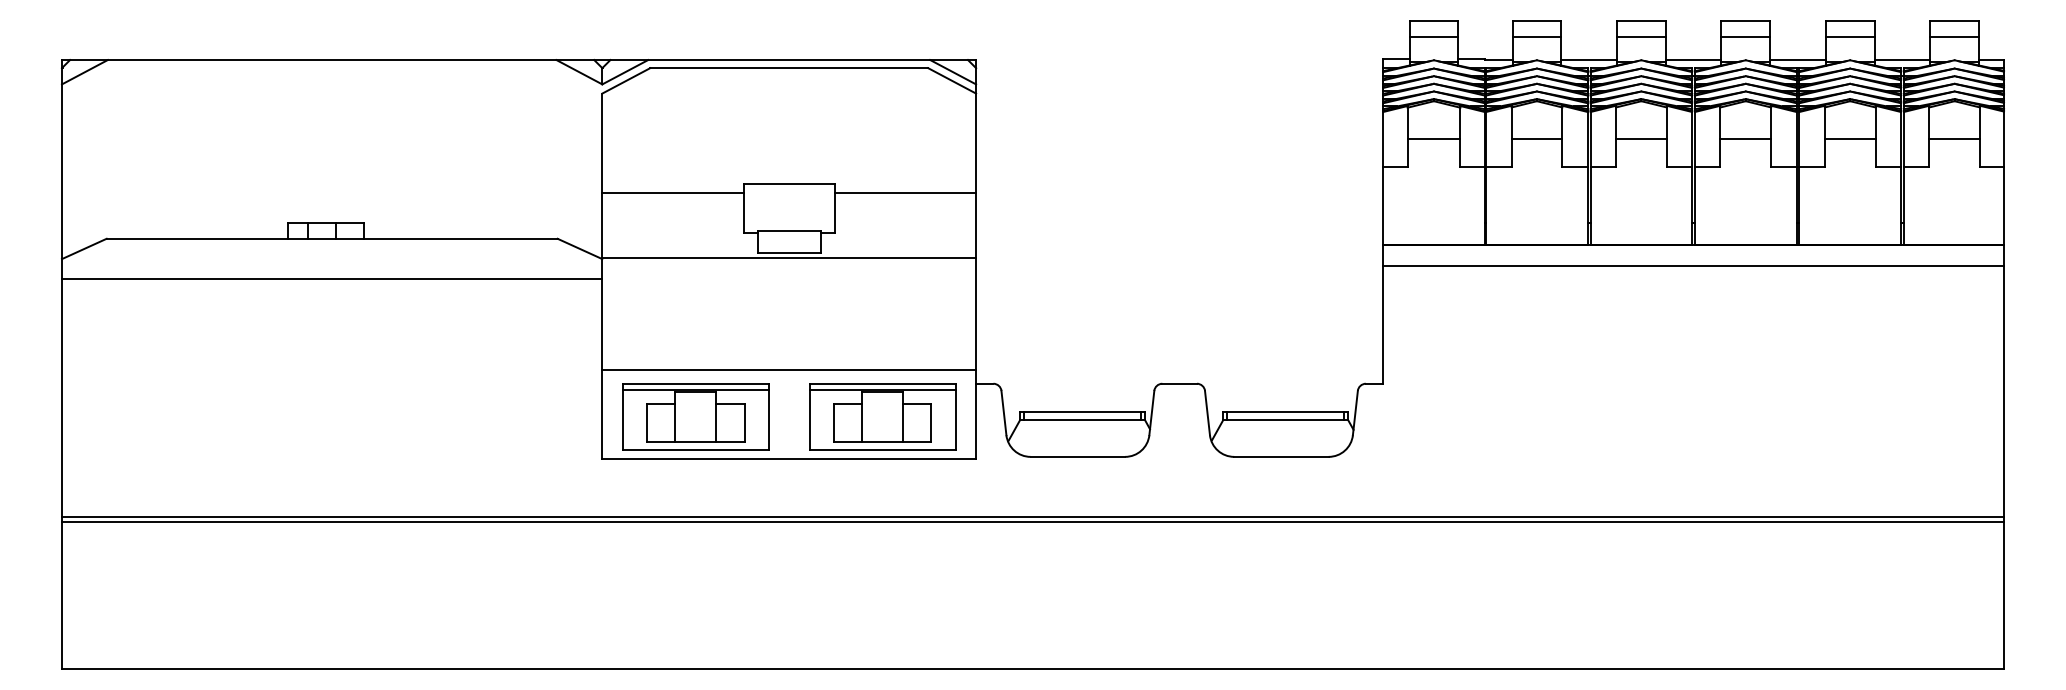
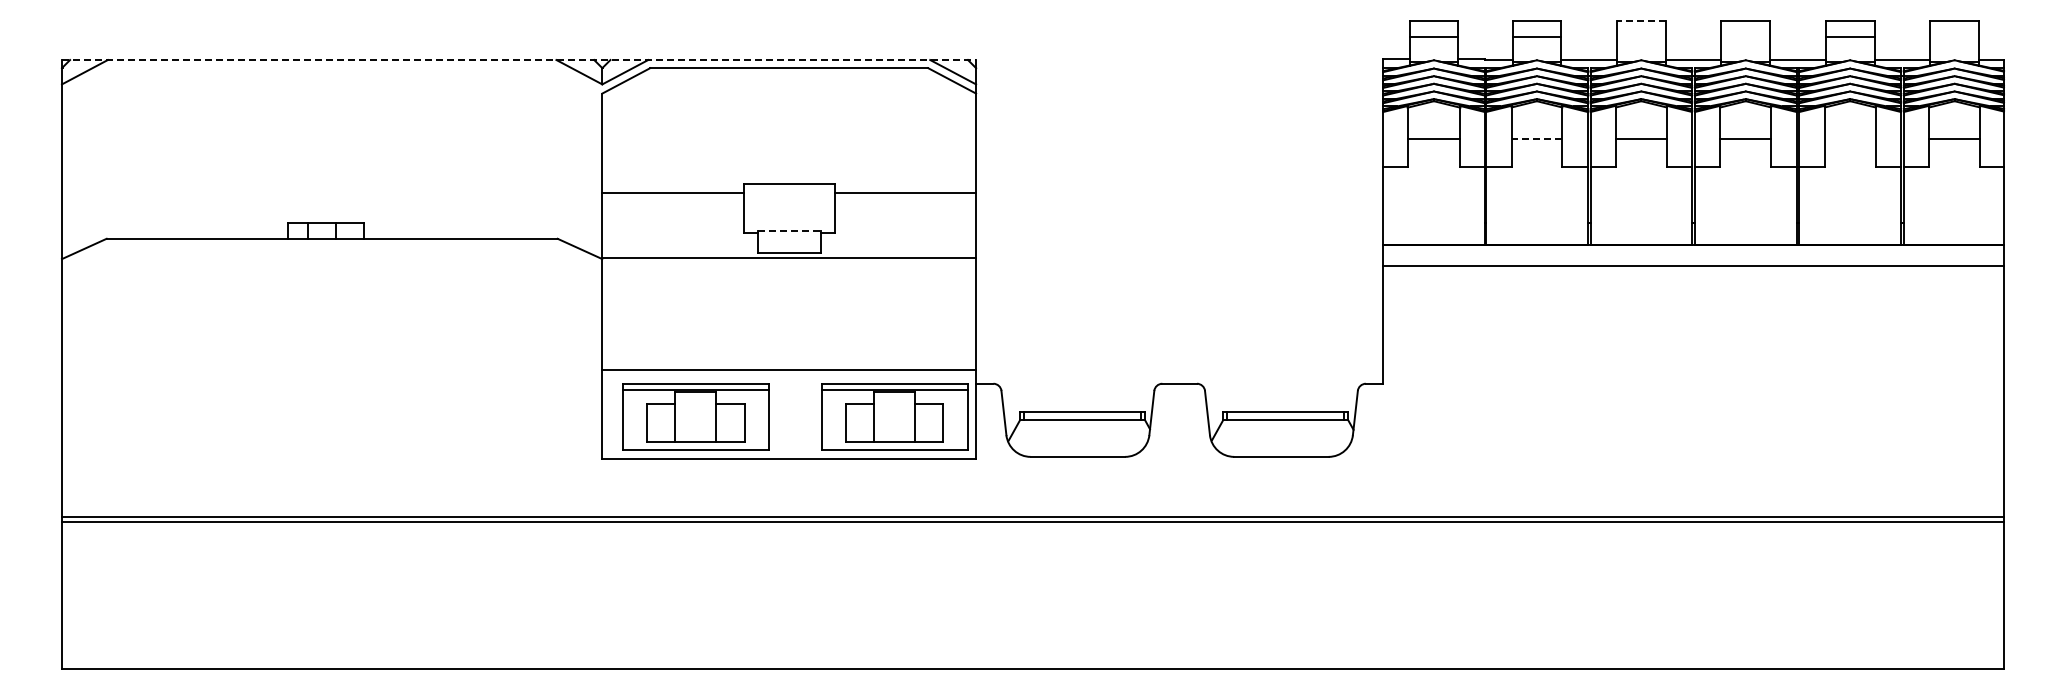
line at (1640, 20): solid -> dashed
line at (1640, 36): present -> none
line at (1745, 36): present -> none
line at (1954, 36): present -> none
line at (519, 60): solid -> dashed
line at (1536, 138): solid -> dashed
line at (1849, 138): present -> none
line at (789, 230): solid -> dashed
line at (331, 279): present -> none
part at (882, 416) position: (882, 416) -> (894, 416)
